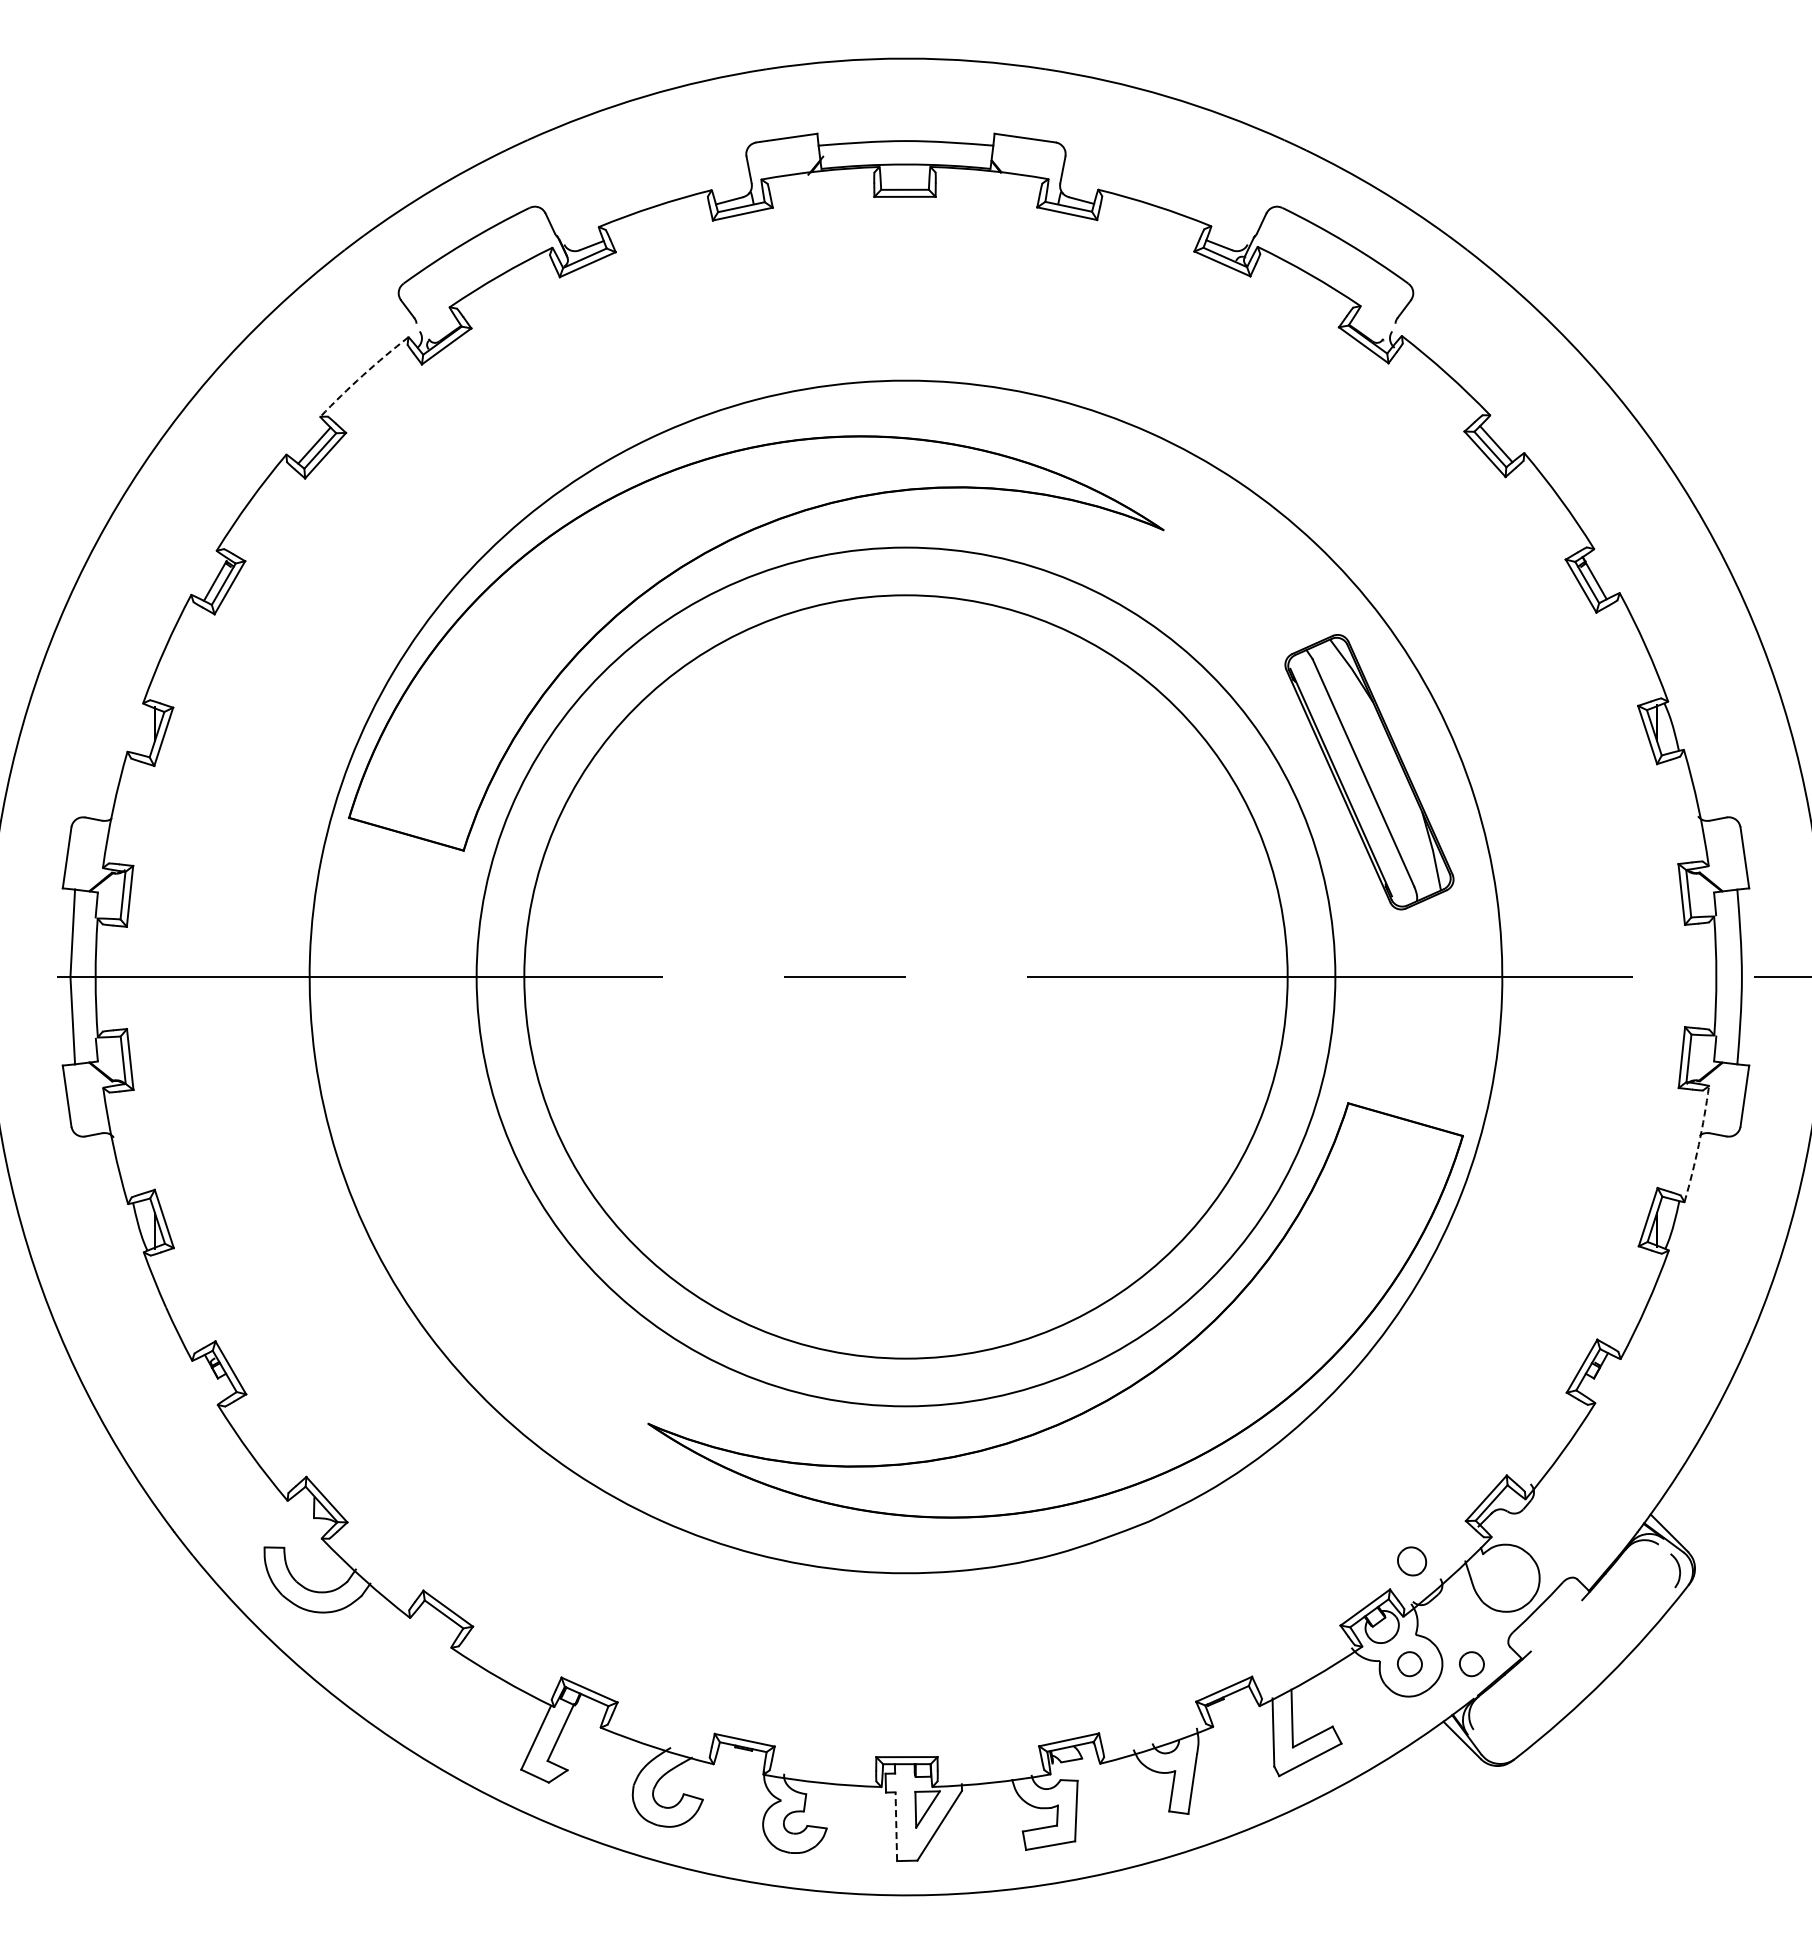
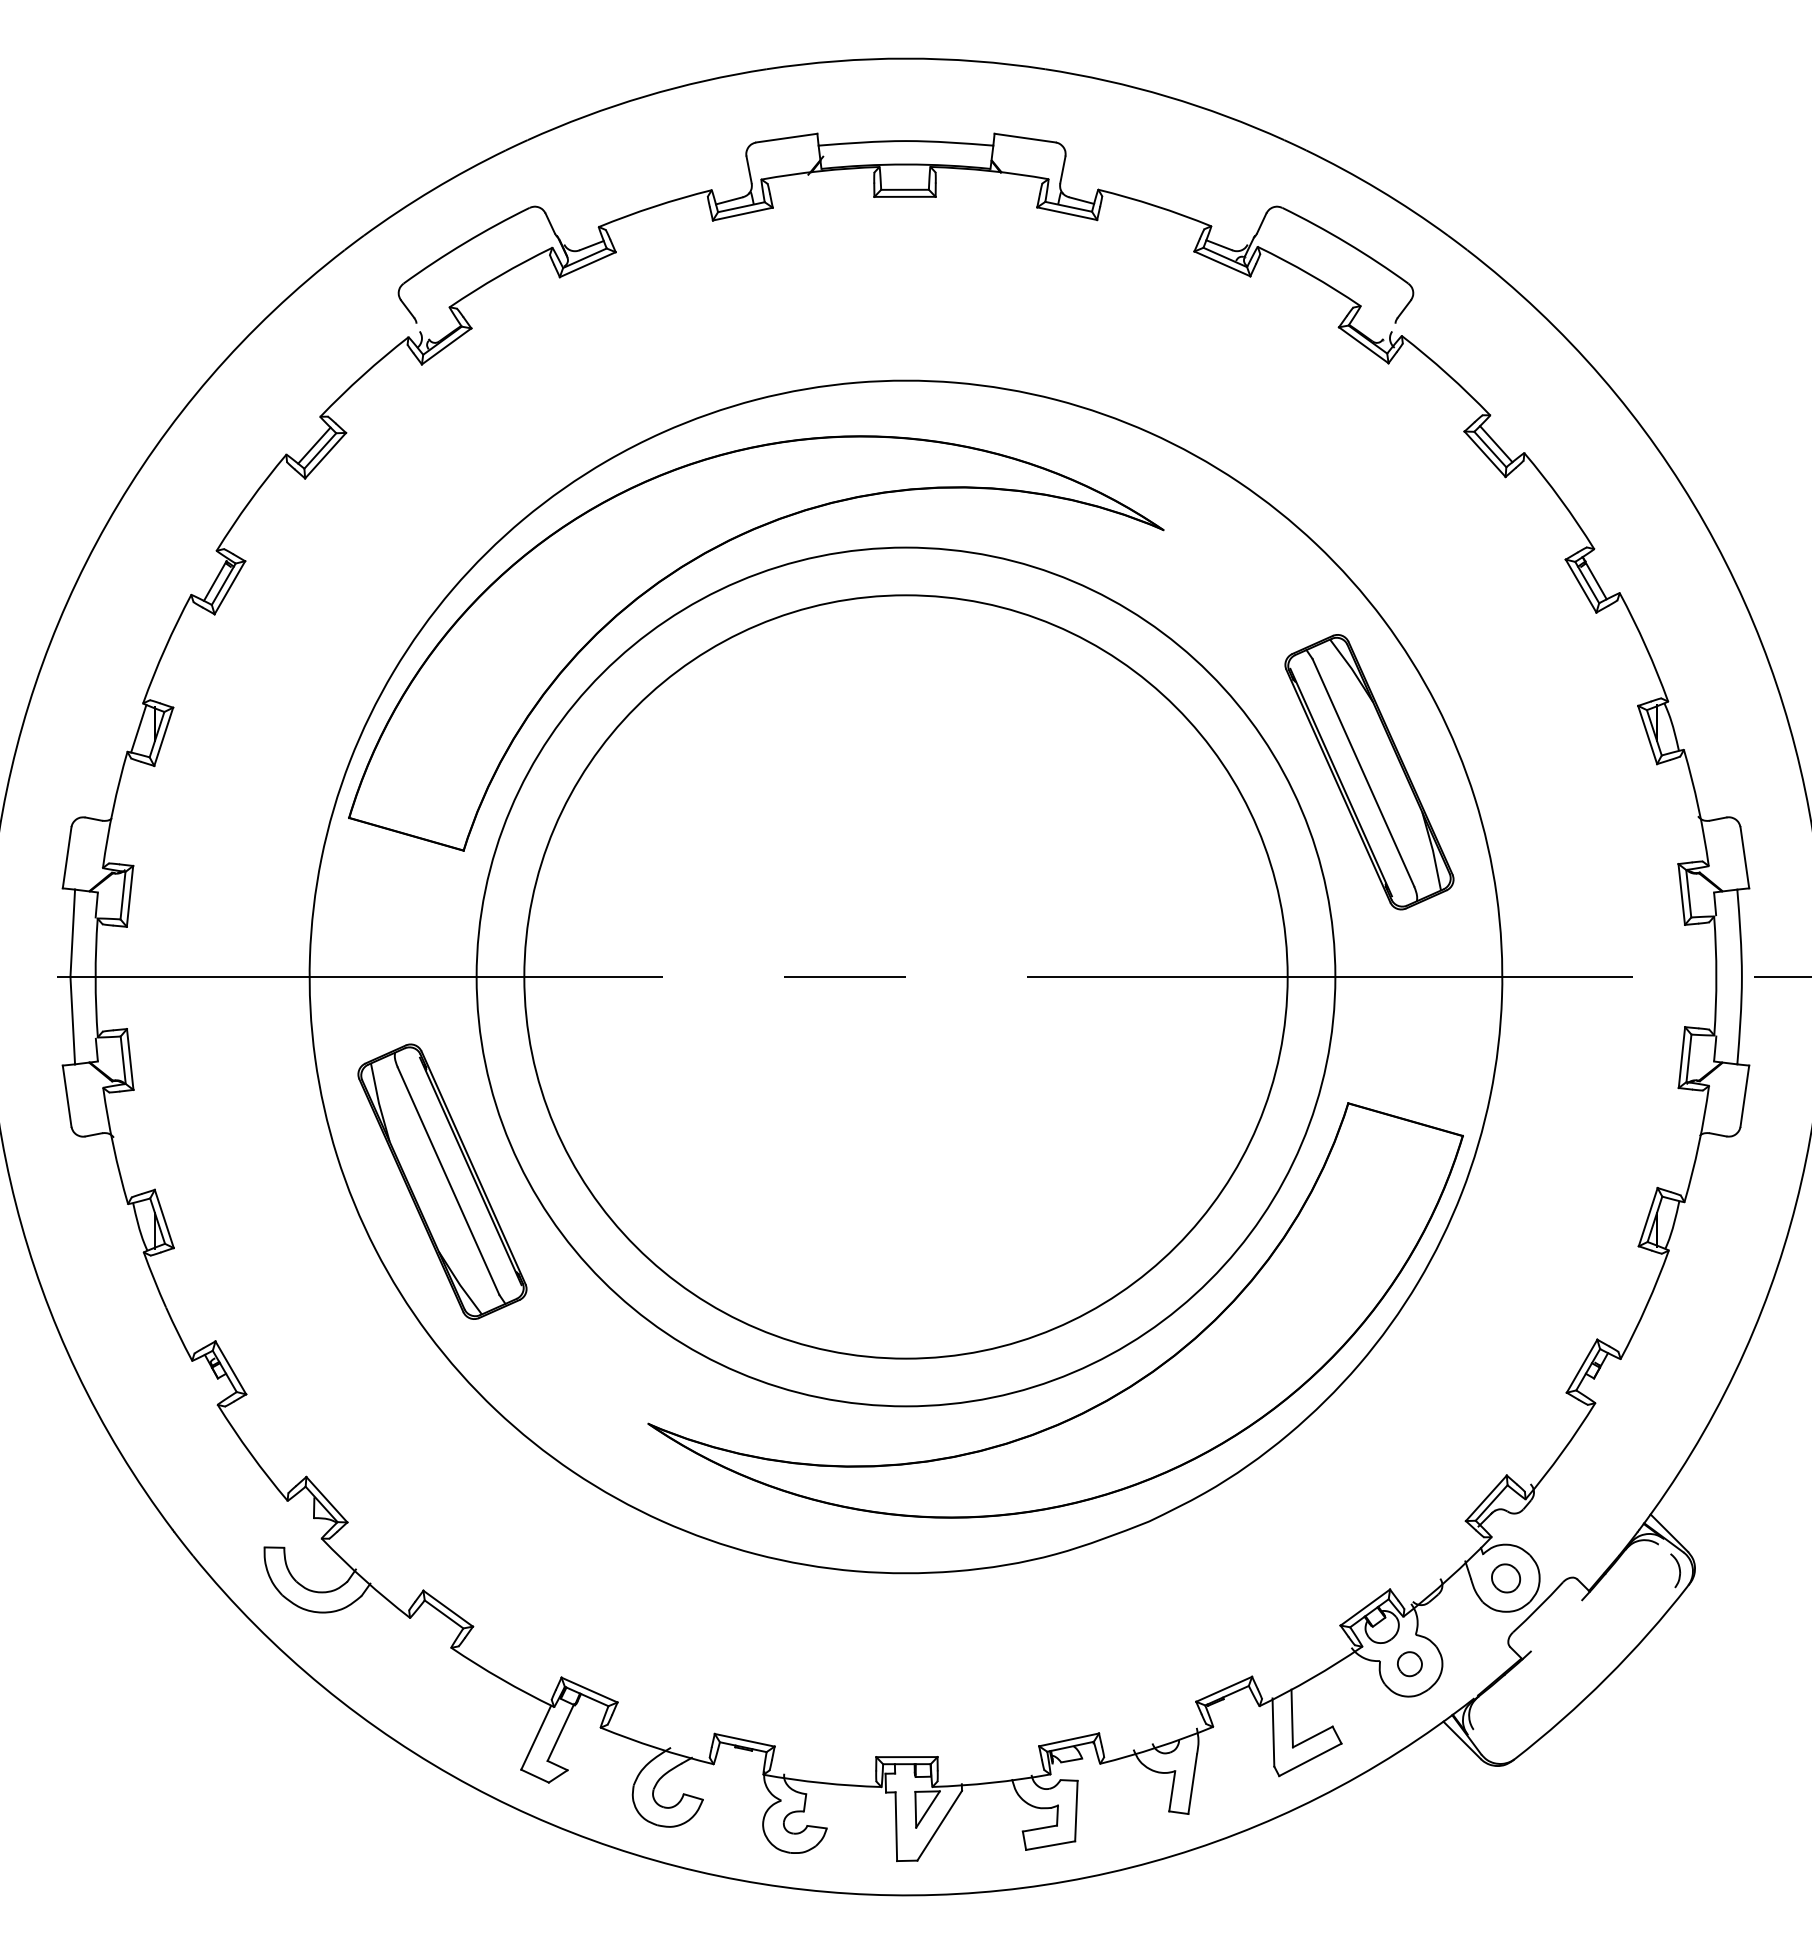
arc at (363, 375): dashed -> solid
line at (138, 728): none -> present
arc at (1698, 1144): dashed -> solid
part at (442, 1181): none -> present
part at (1412, 1561) position: (1412, 1561) -> (1506, 1578)
part at (1471, 1664): present -> none
line at (896, 1826): dashed -> solid
